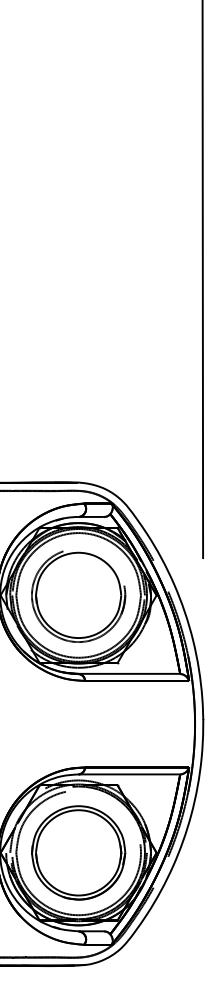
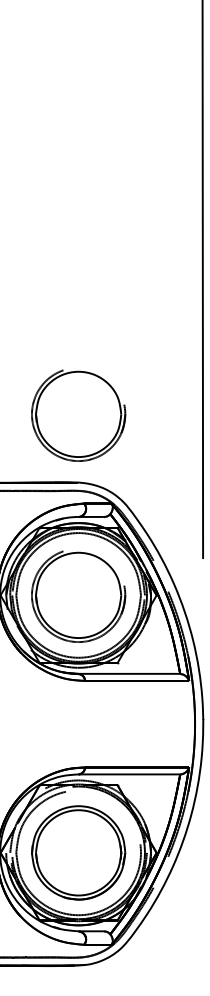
part at (78, 415): none -> present
